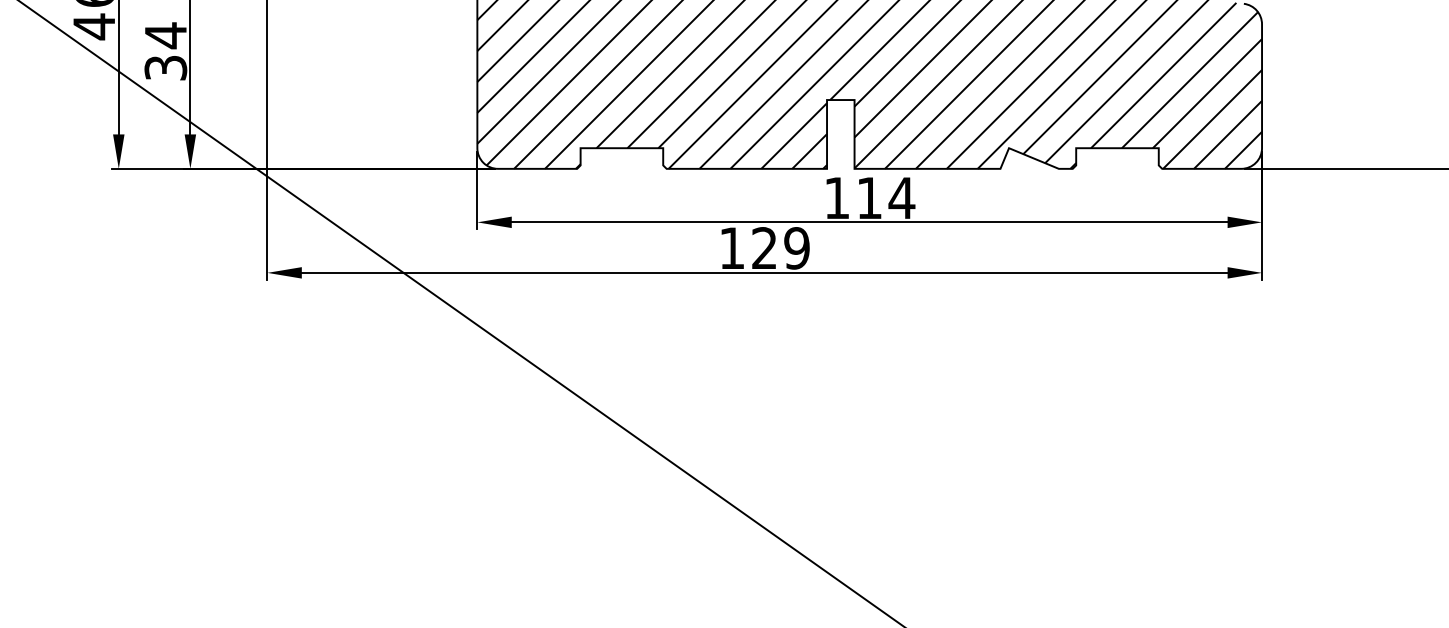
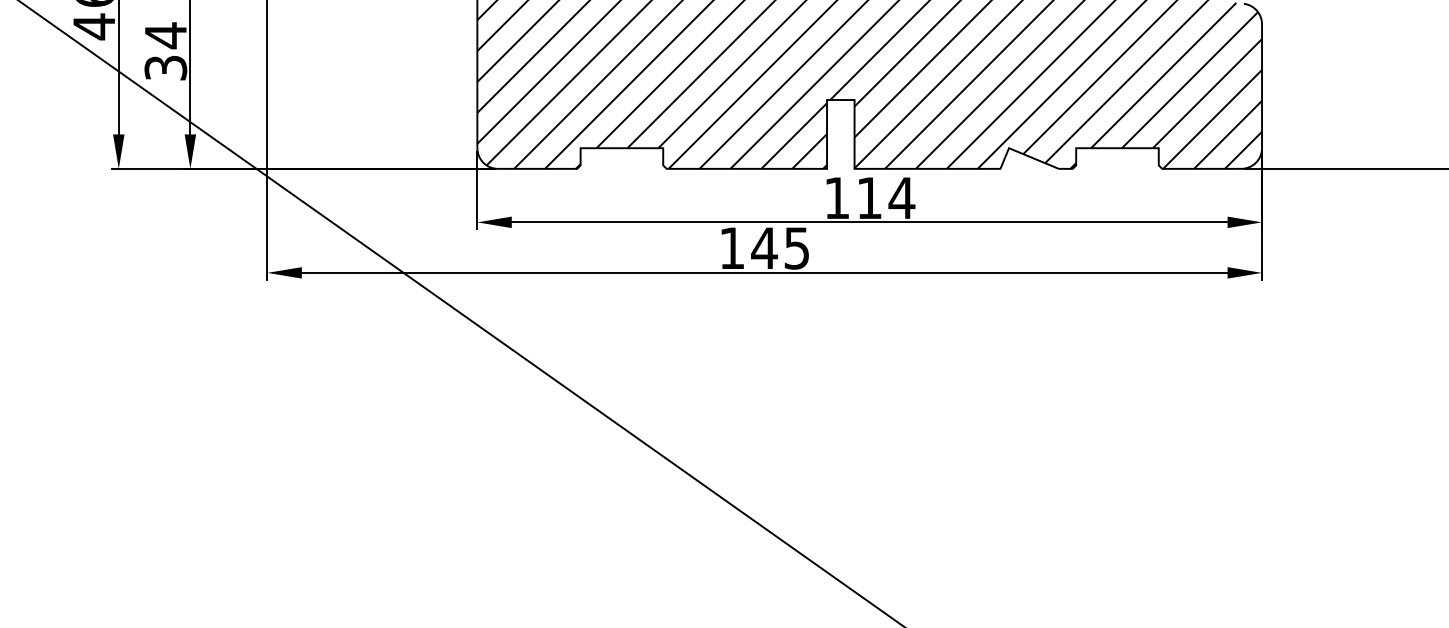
text at (780, 248): 129 -> 145
